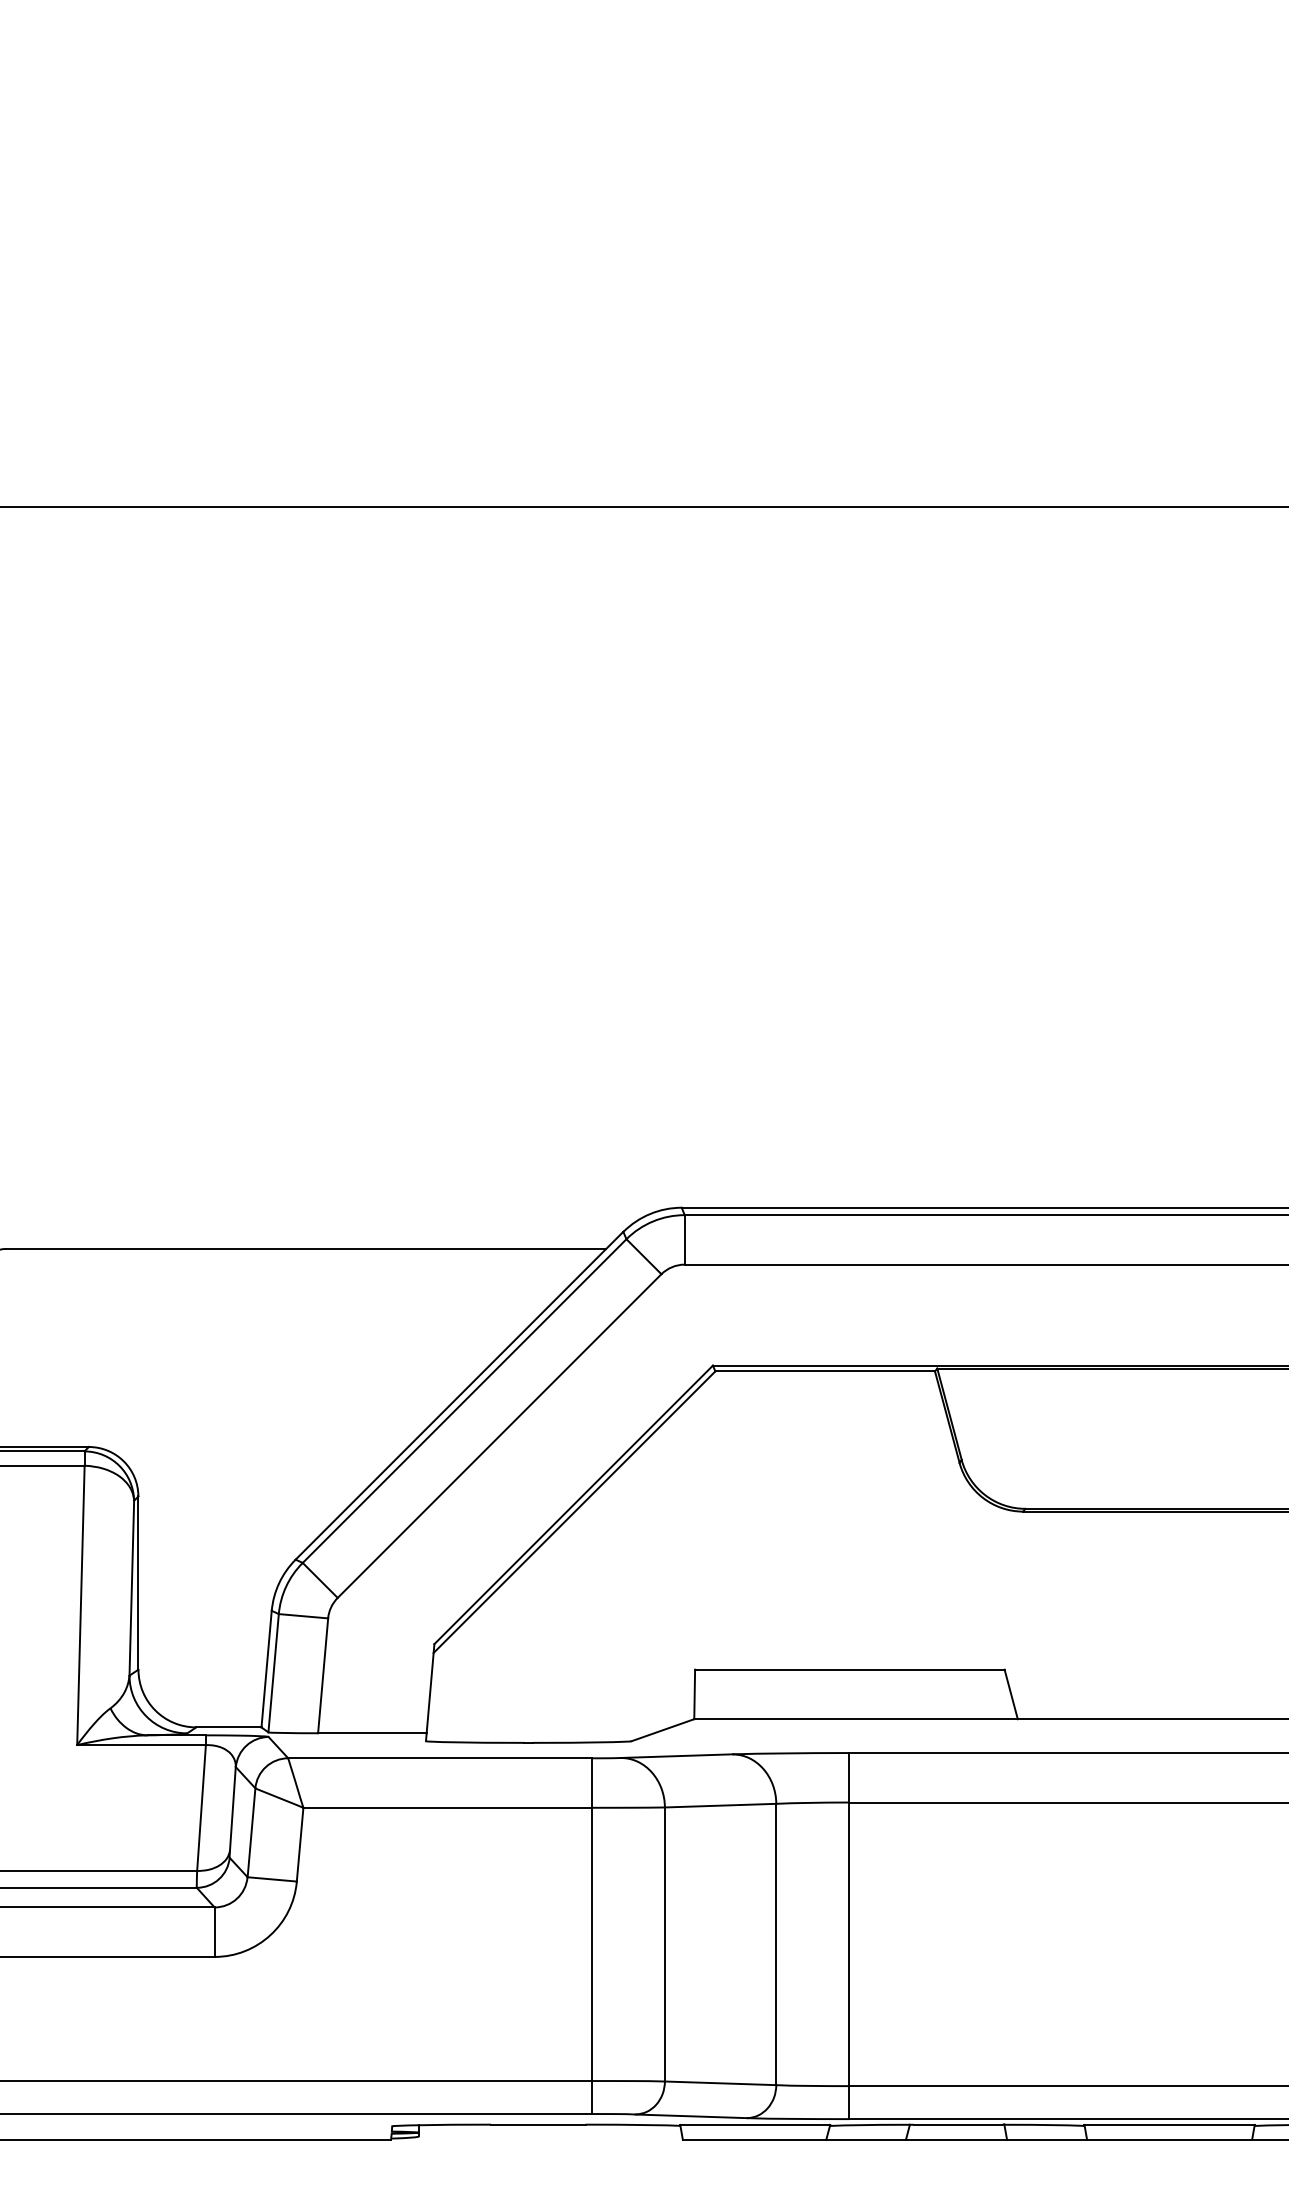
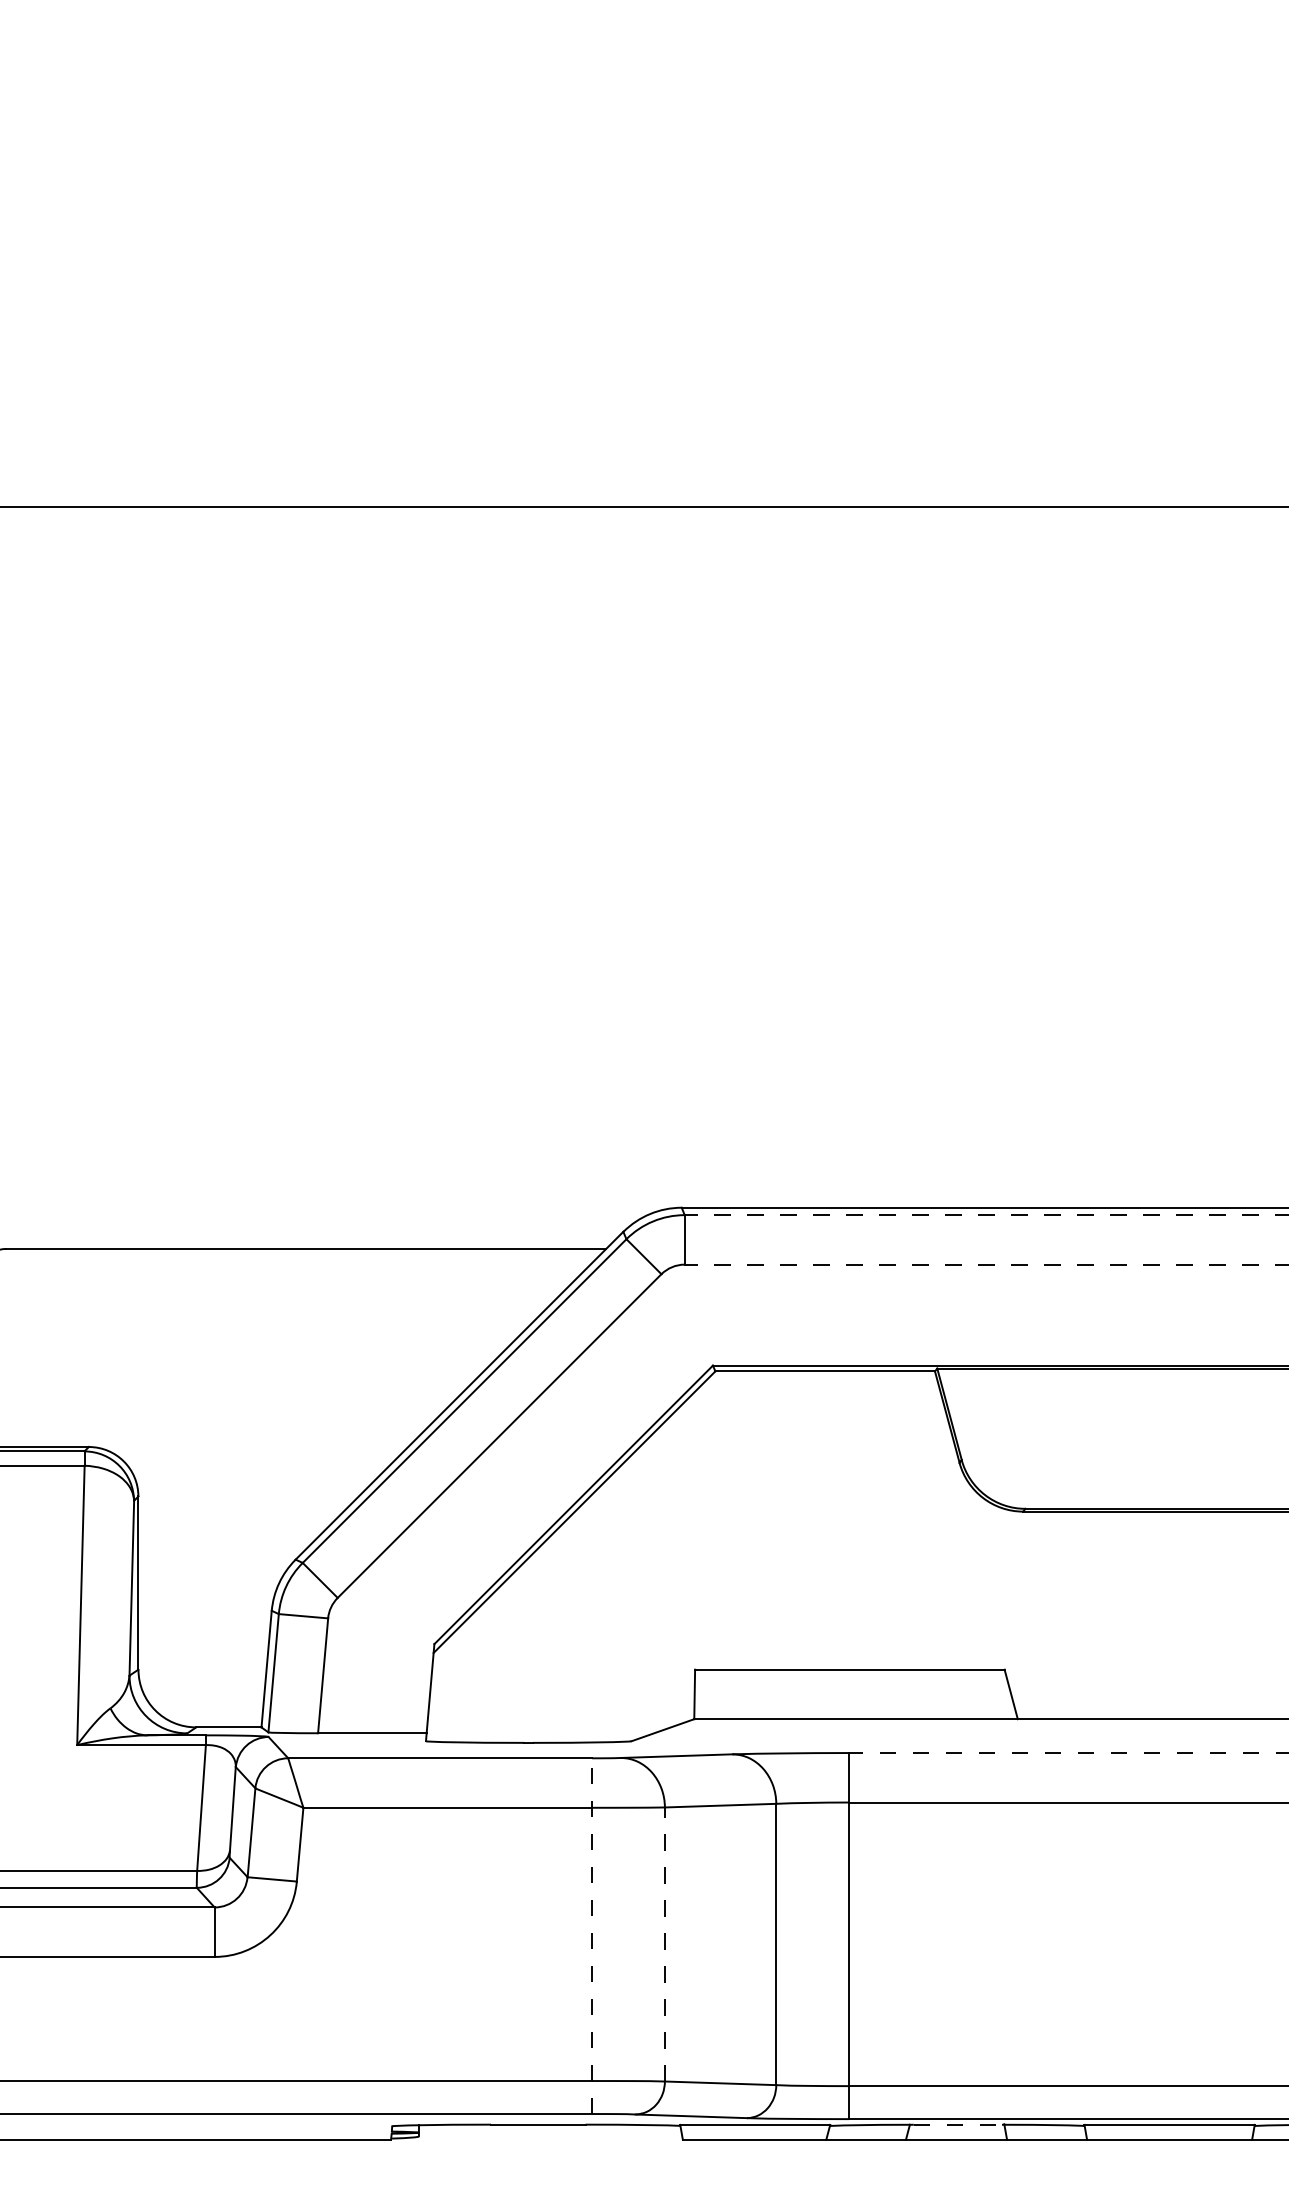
line at (986, 1215): solid -> dashed
line at (986, 1264): solid -> dashed
line at (1068, 1753): solid -> dashed
line at (592, 1936): solid -> dashed
line at (664, 1943): solid -> dashed
line at (958, 2124): solid -> dashed
